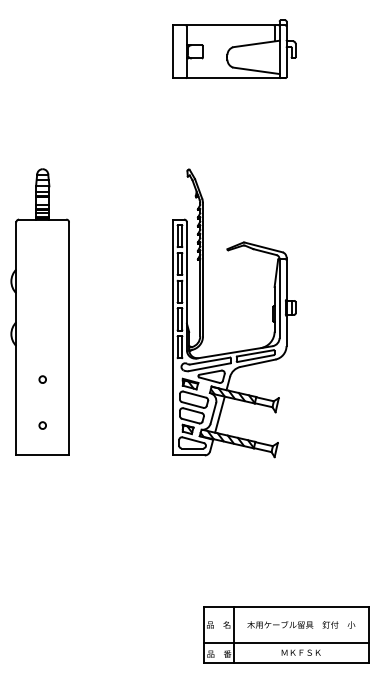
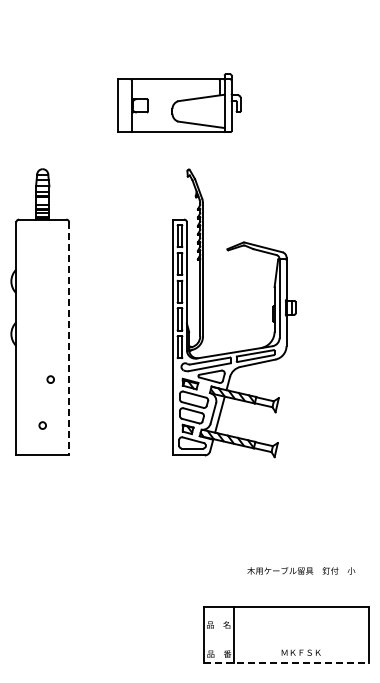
part at (234, 48) position: (234, 48) -> (179, 102)
line at (69, 338): solid -> dashed
part at (42, 379) position: (42, 379) -> (50, 379)
text at (301, 624) position: (301, 624) -> (301, 570)
line at (285, 643): present -> none
line at (286, 662): solid -> dashed
